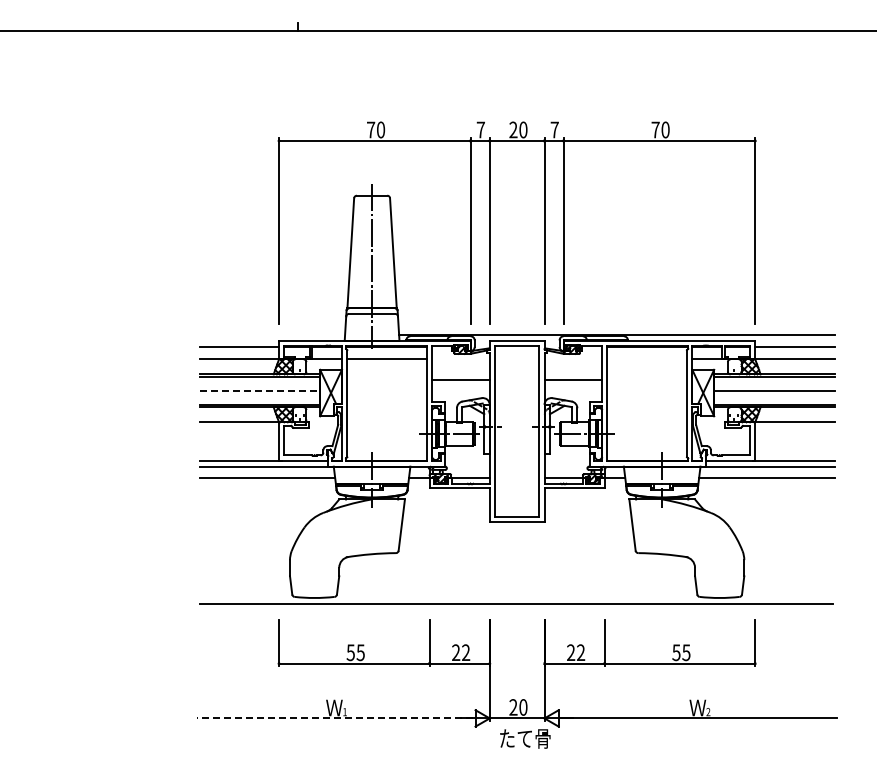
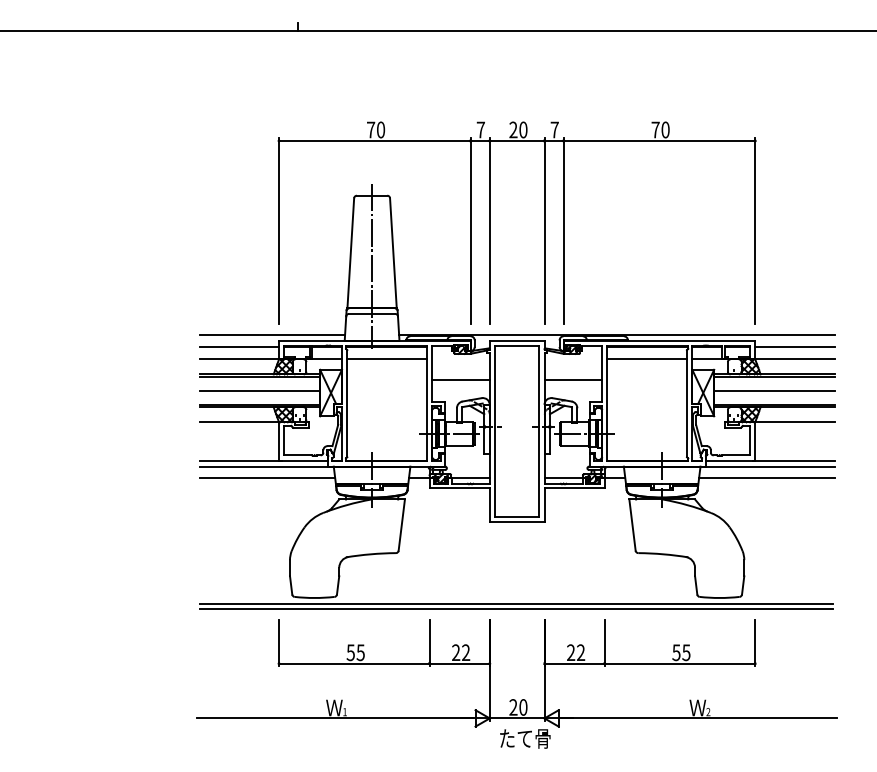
line at (272, 335): none -> present
line at (647, 359): none -> present
line at (260, 390): dashed -> solid
line at (515, 608): none -> present
line at (334, 718): dashed -> solid
